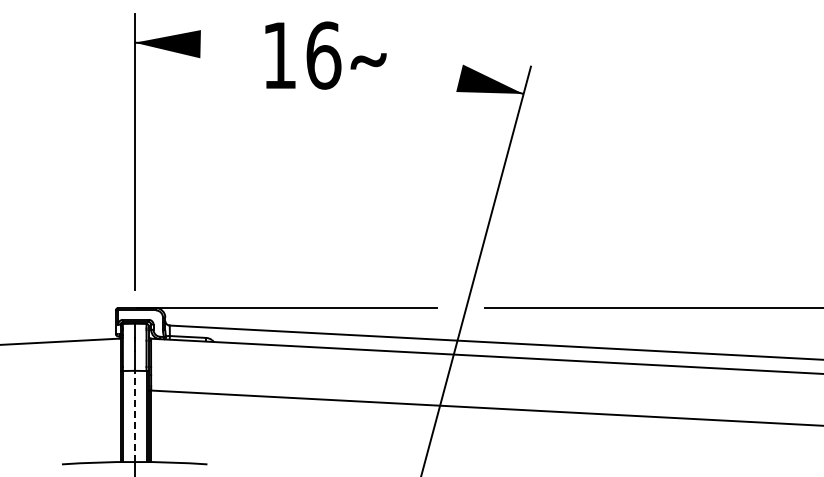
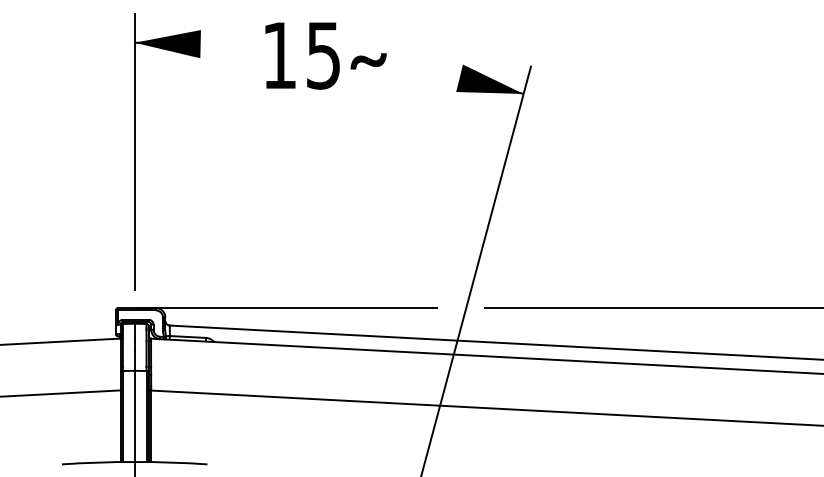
text at (323, 55): 16 -> 15
line at (61, 393): none -> present
line at (134, 416): dashed -> solid
